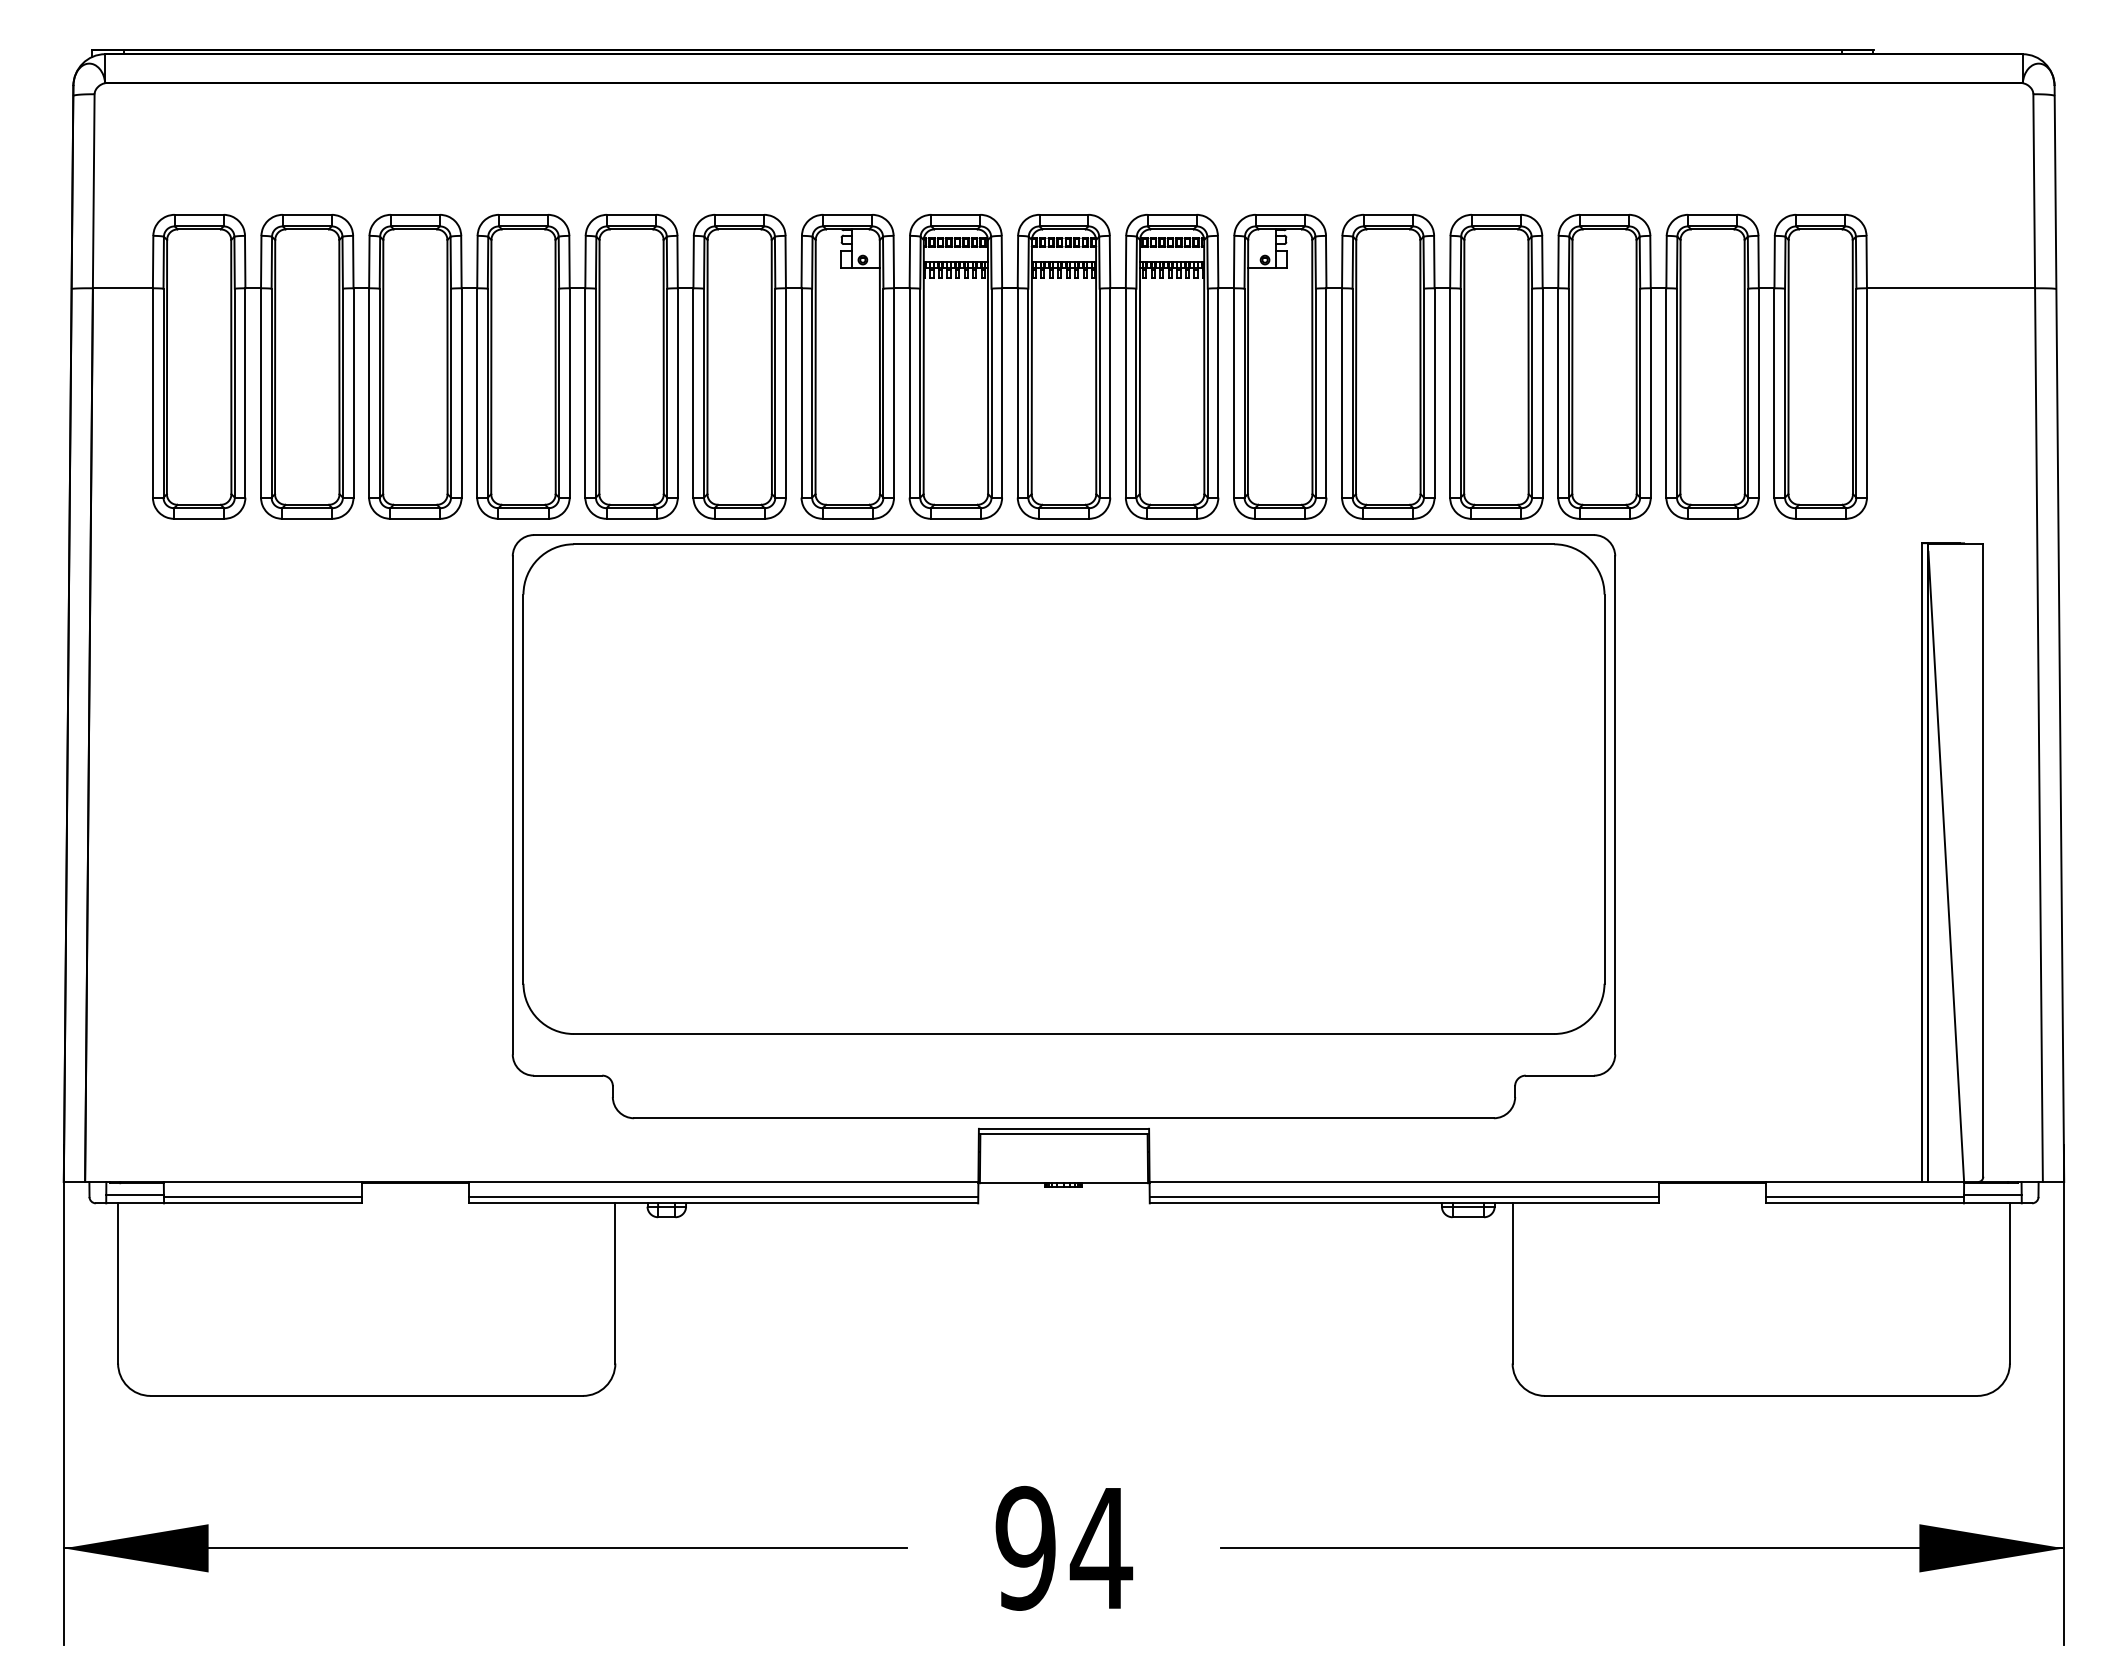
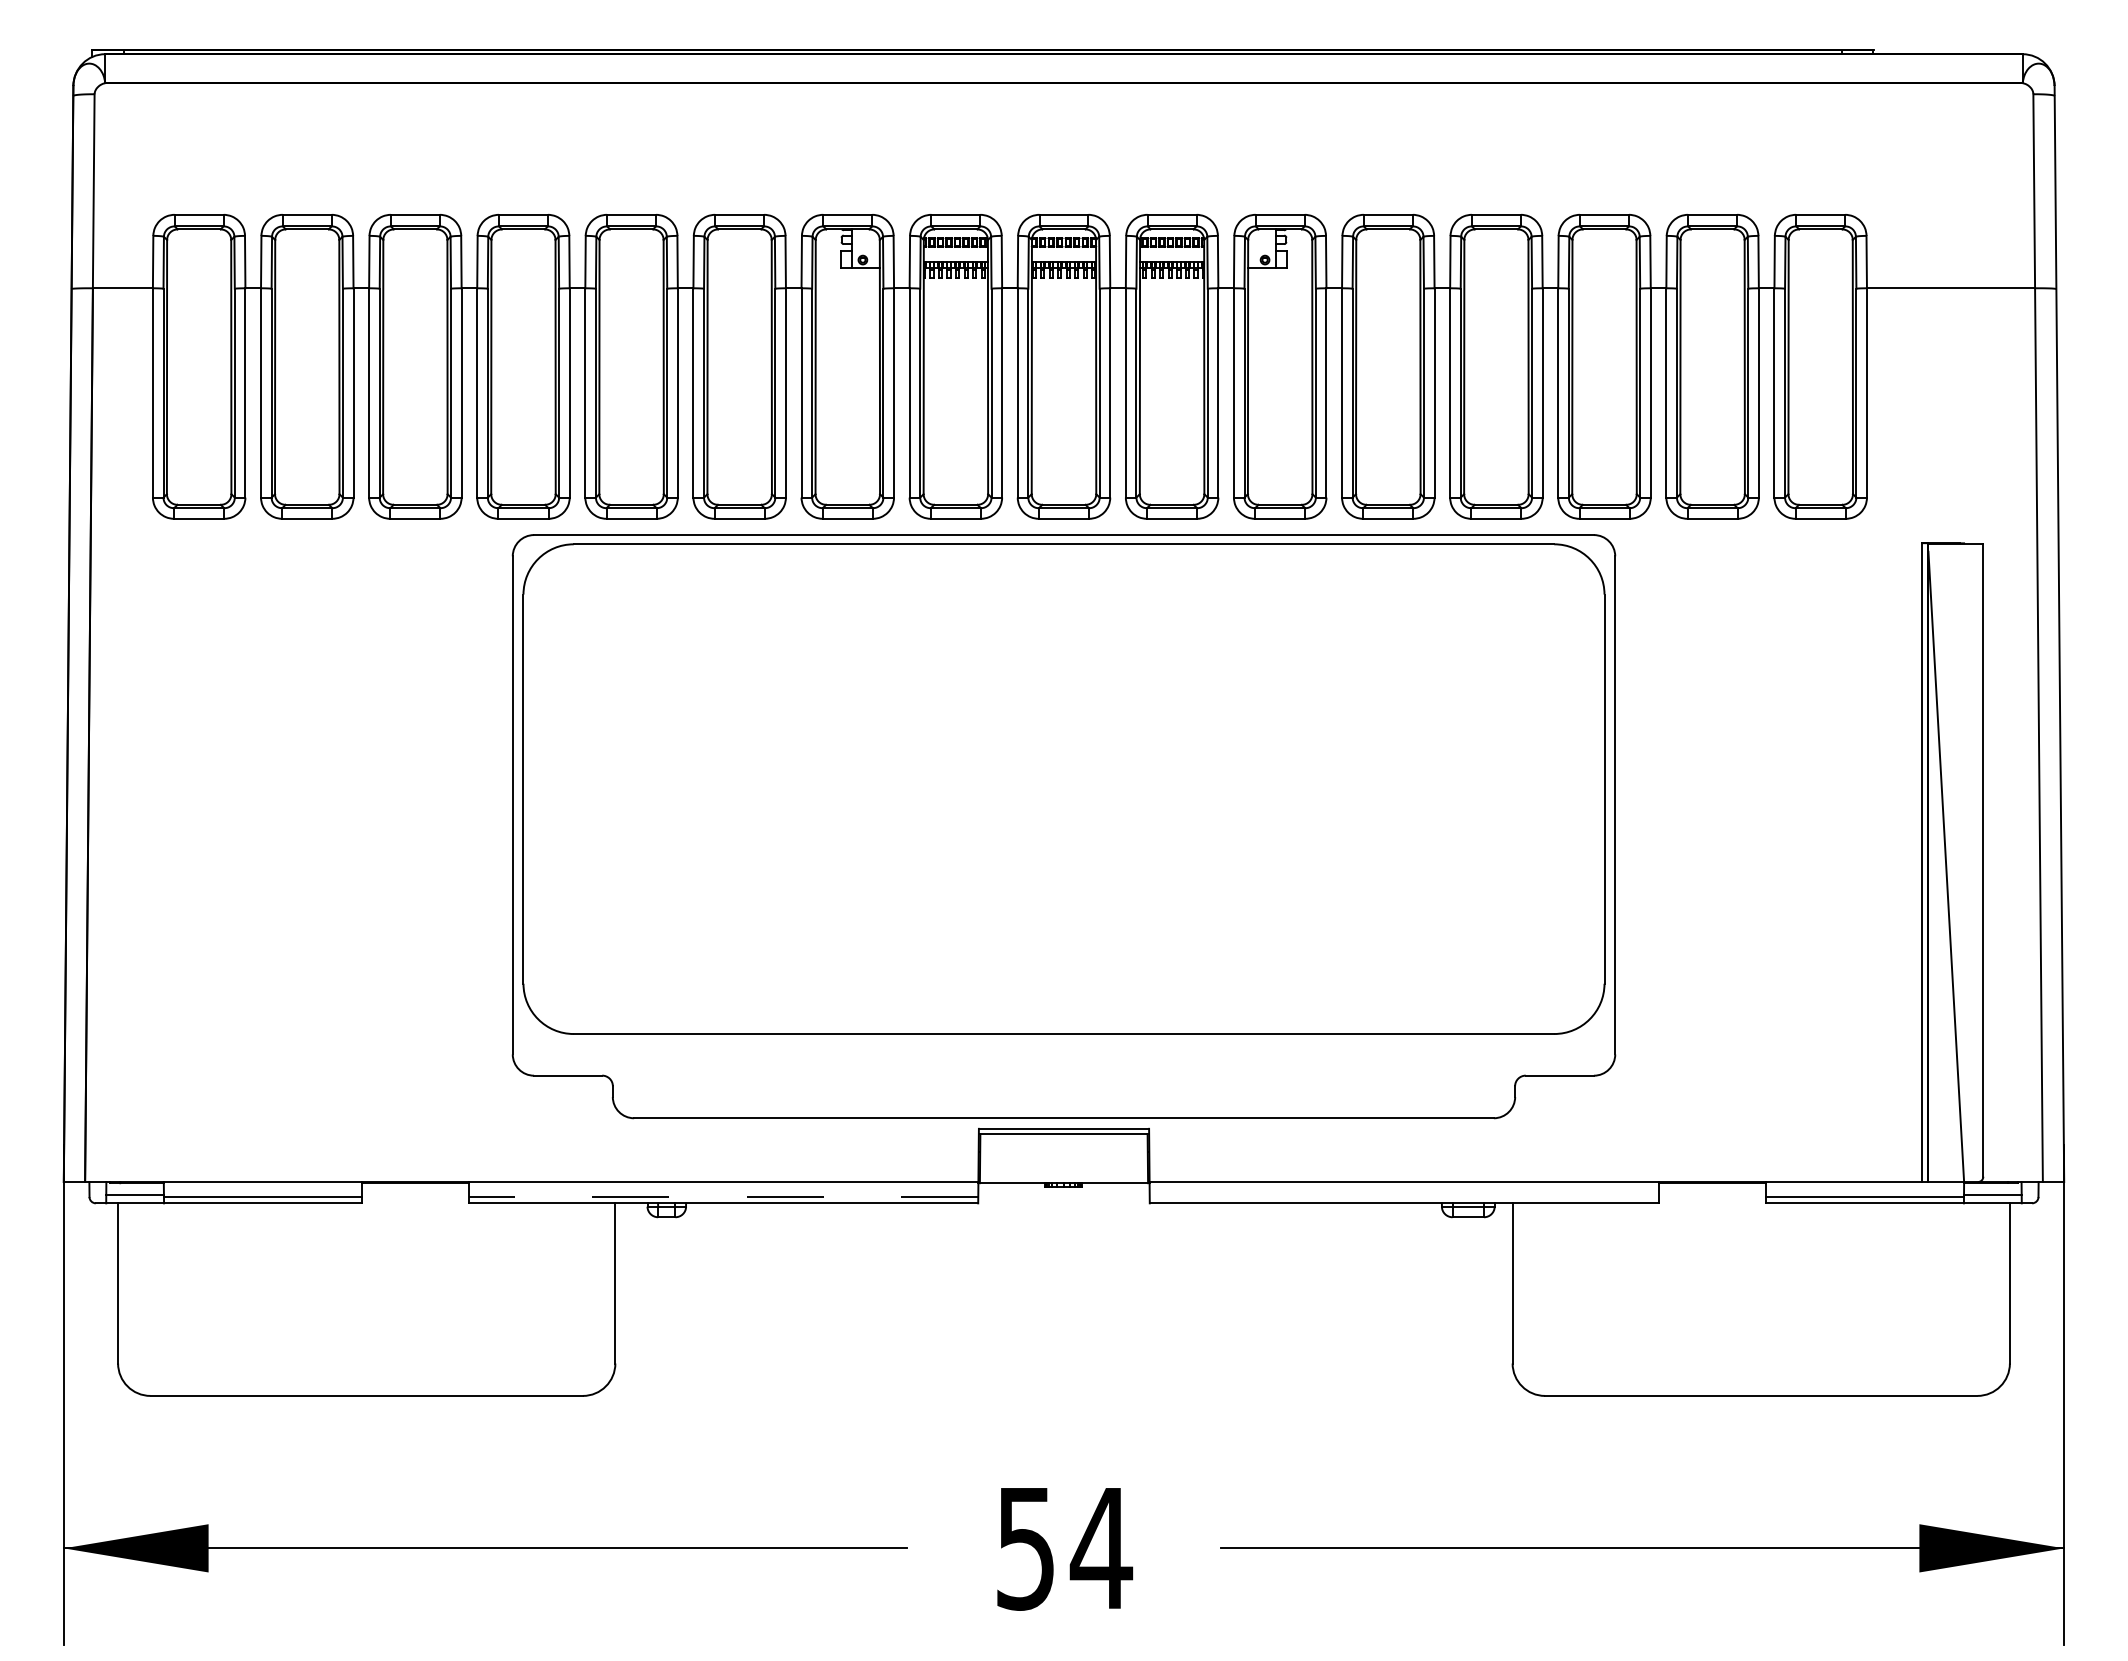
line at (723, 1197): solid -> dashed
line at (1404, 1197): present -> none
text at (1025, 1547): 94 -> 54
